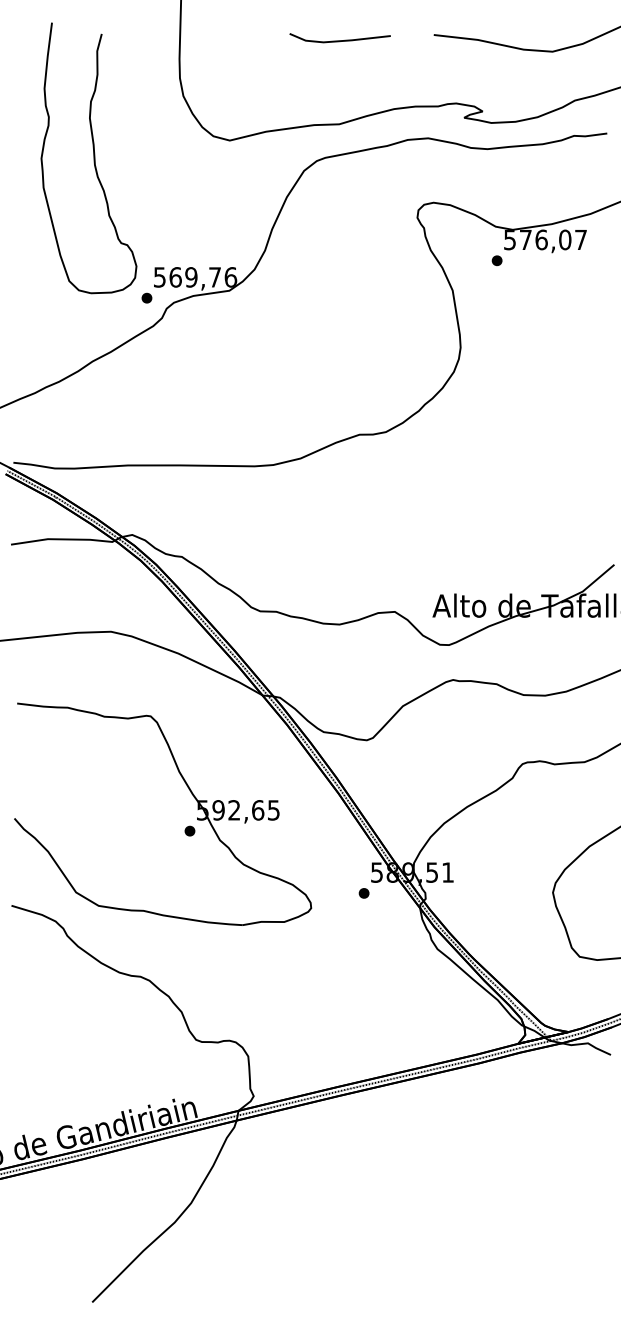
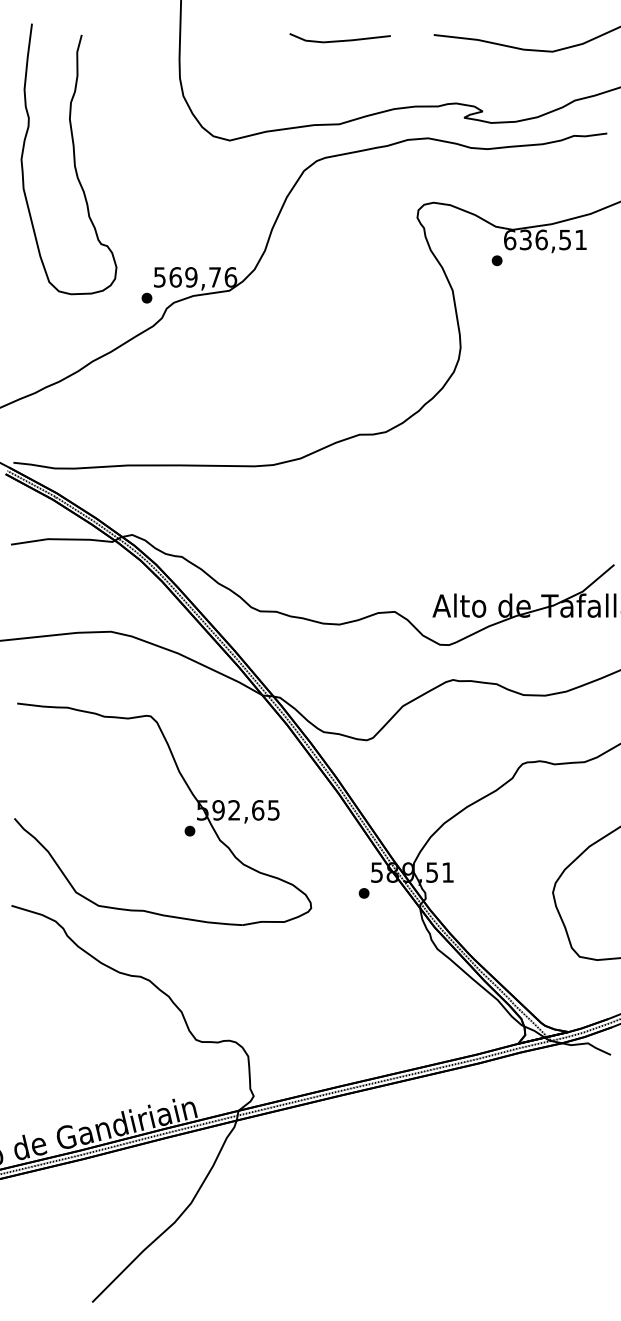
part at (88, 158) position: (88, 158) -> (68, 159)
text at (545, 239): 576,07 -> 636,51
